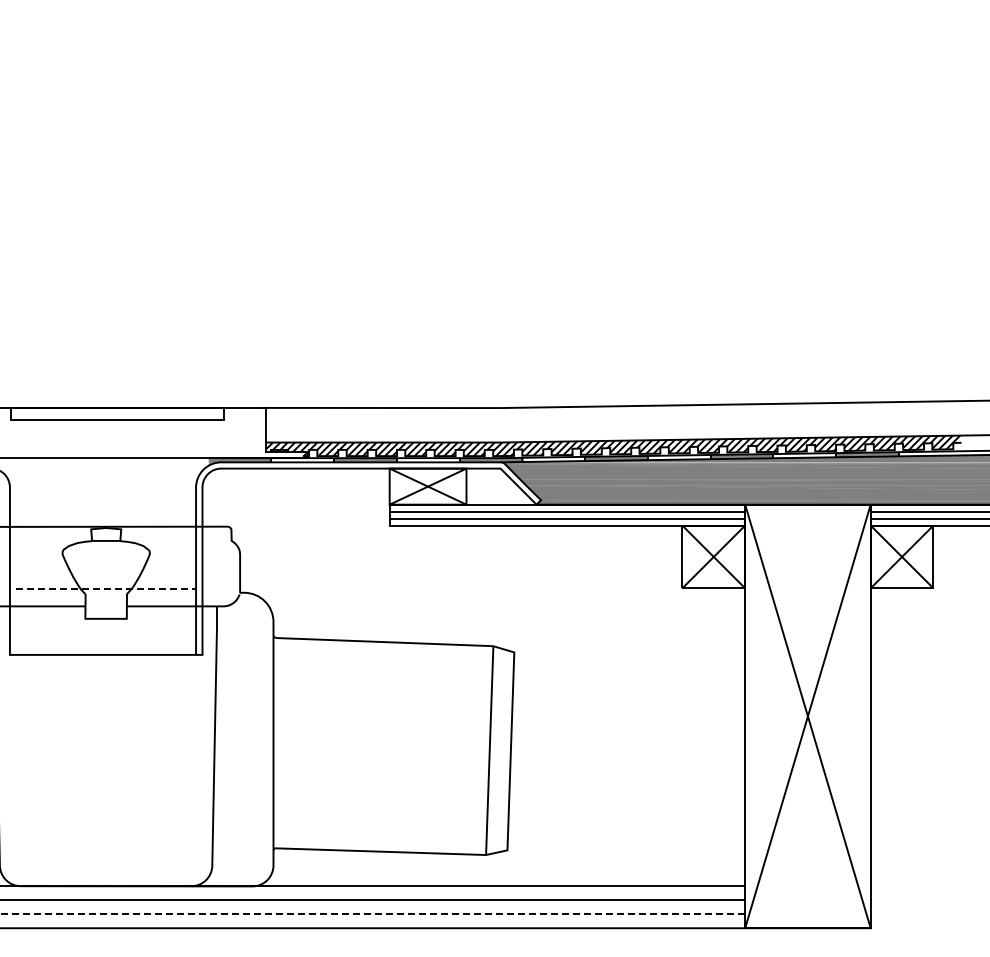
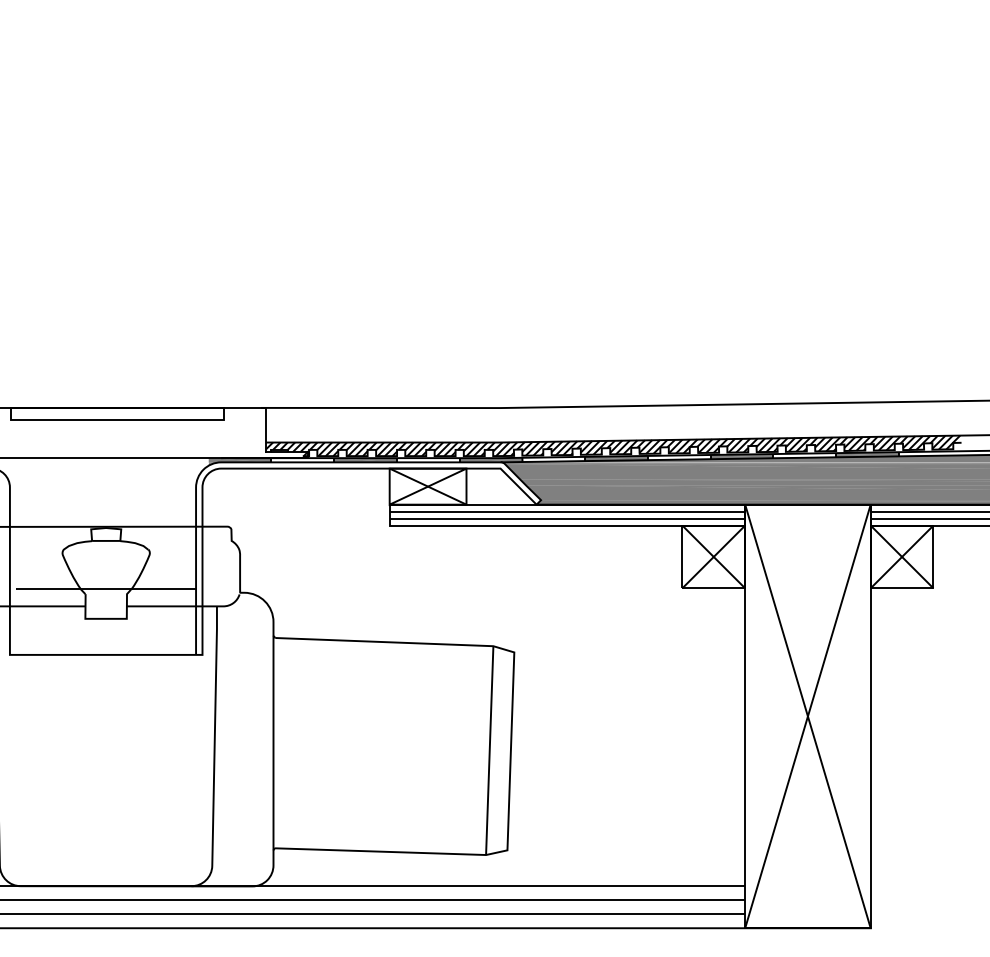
line at (106, 588): dashed -> solid
line at (373, 914): dashed -> solid
